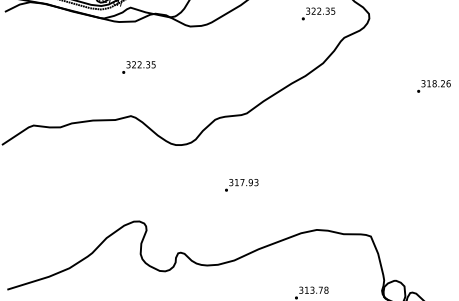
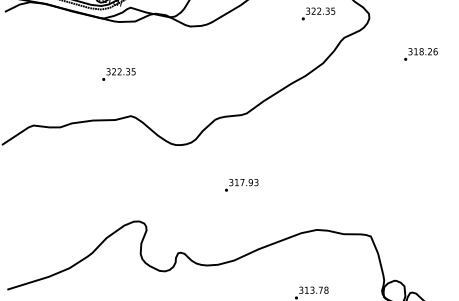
text at (138, 67) position: (138, 67) -> (118, 74)
text at (433, 86) position: (433, 86) -> (420, 54)
